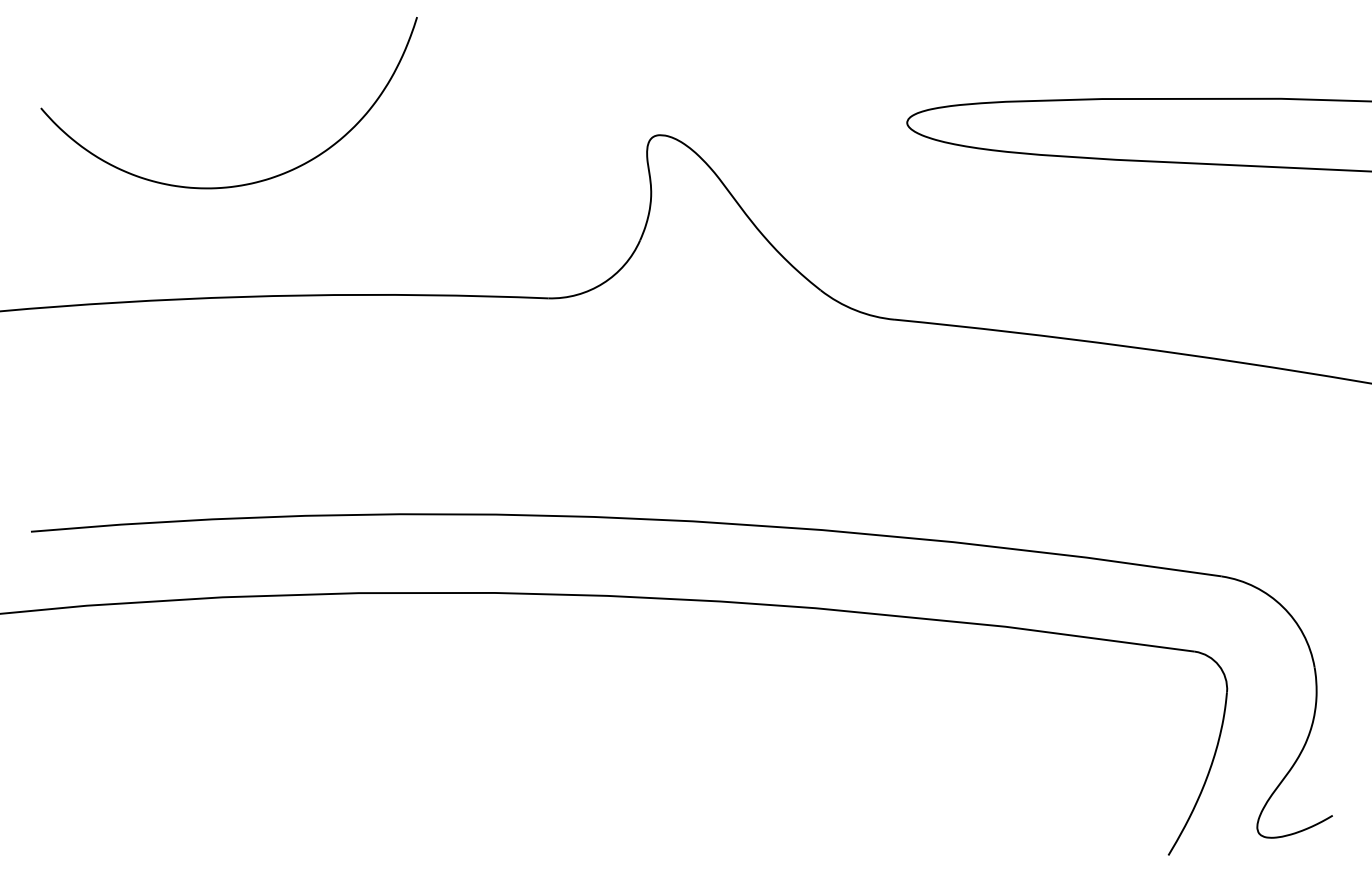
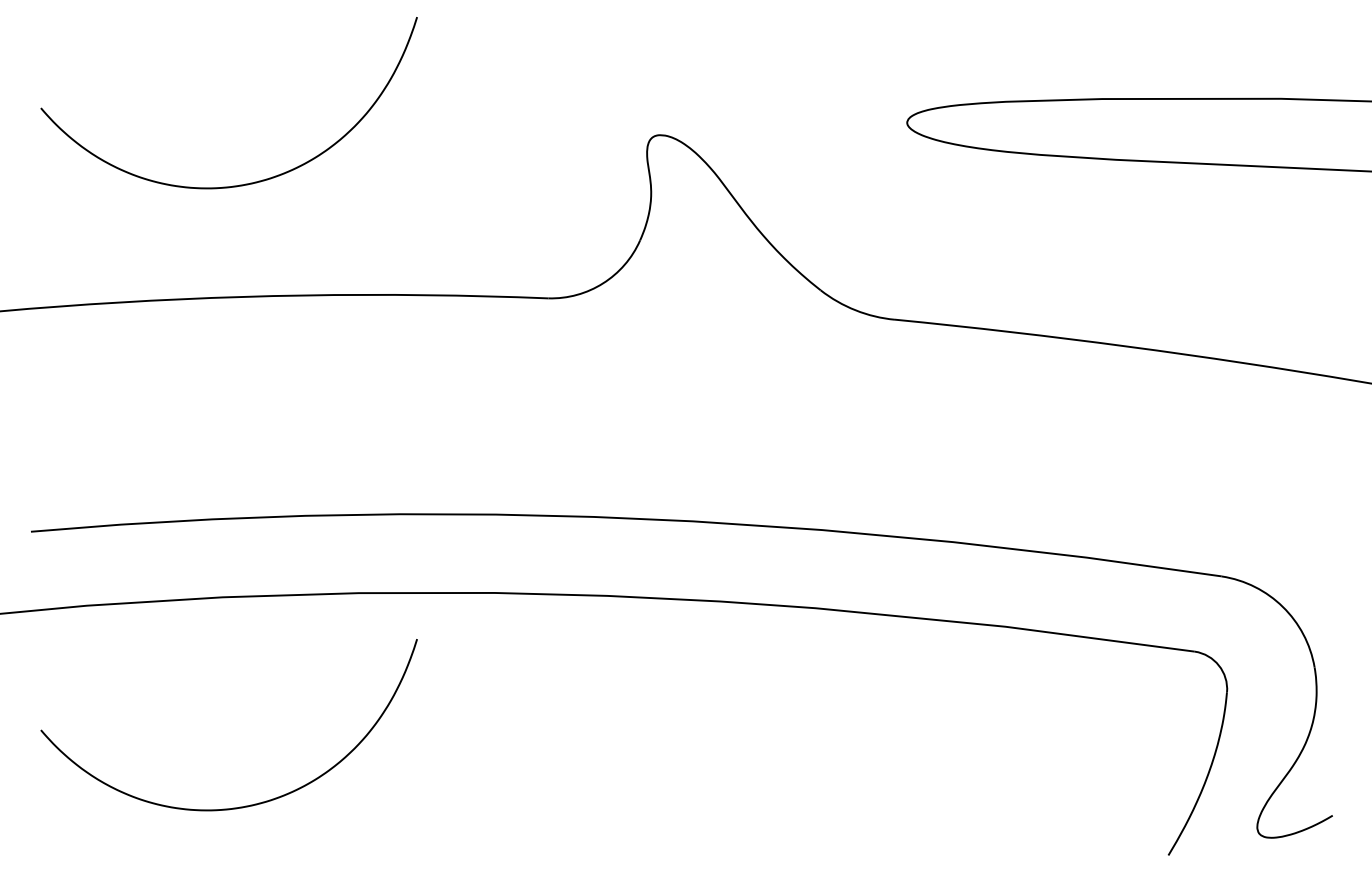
curve at (239, 806): none -> present
